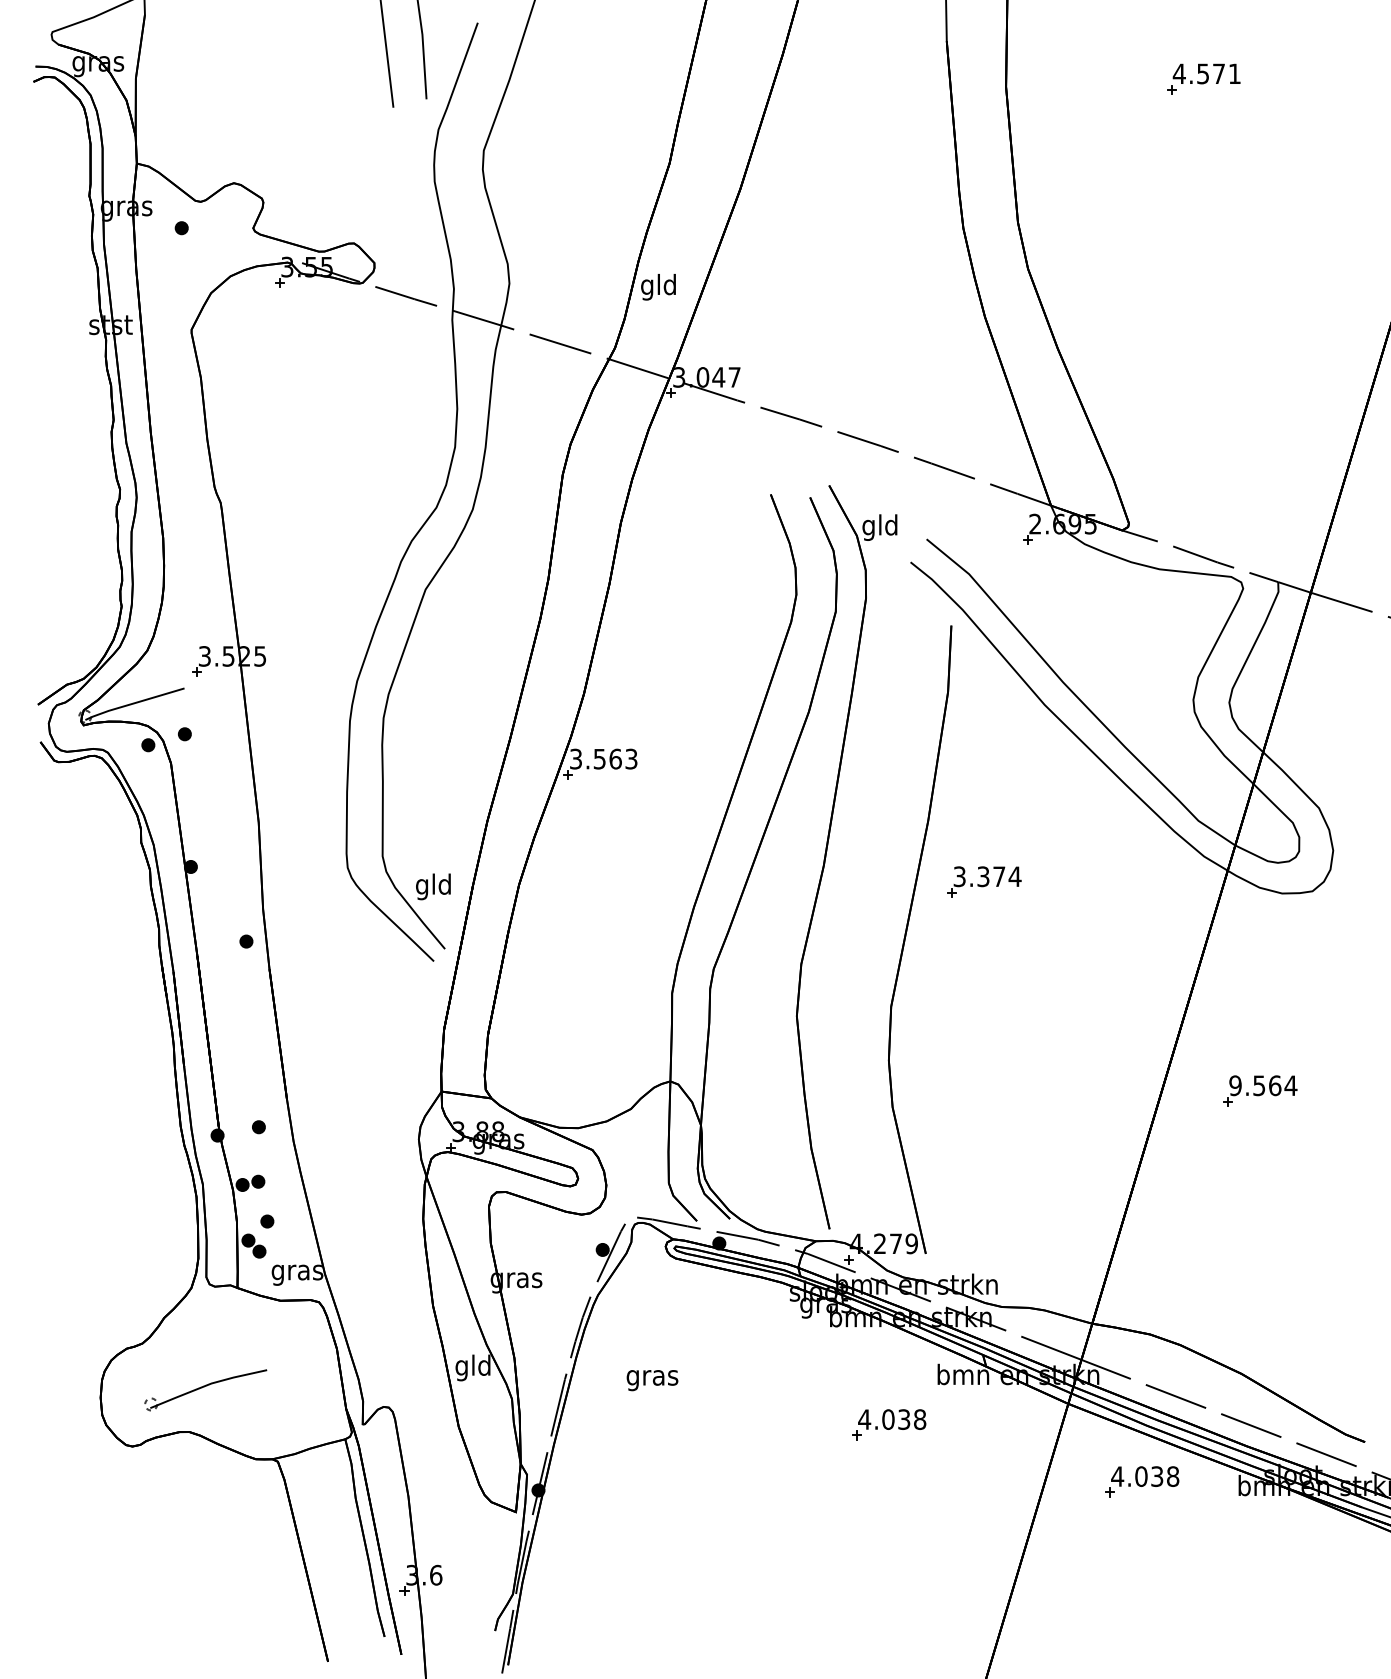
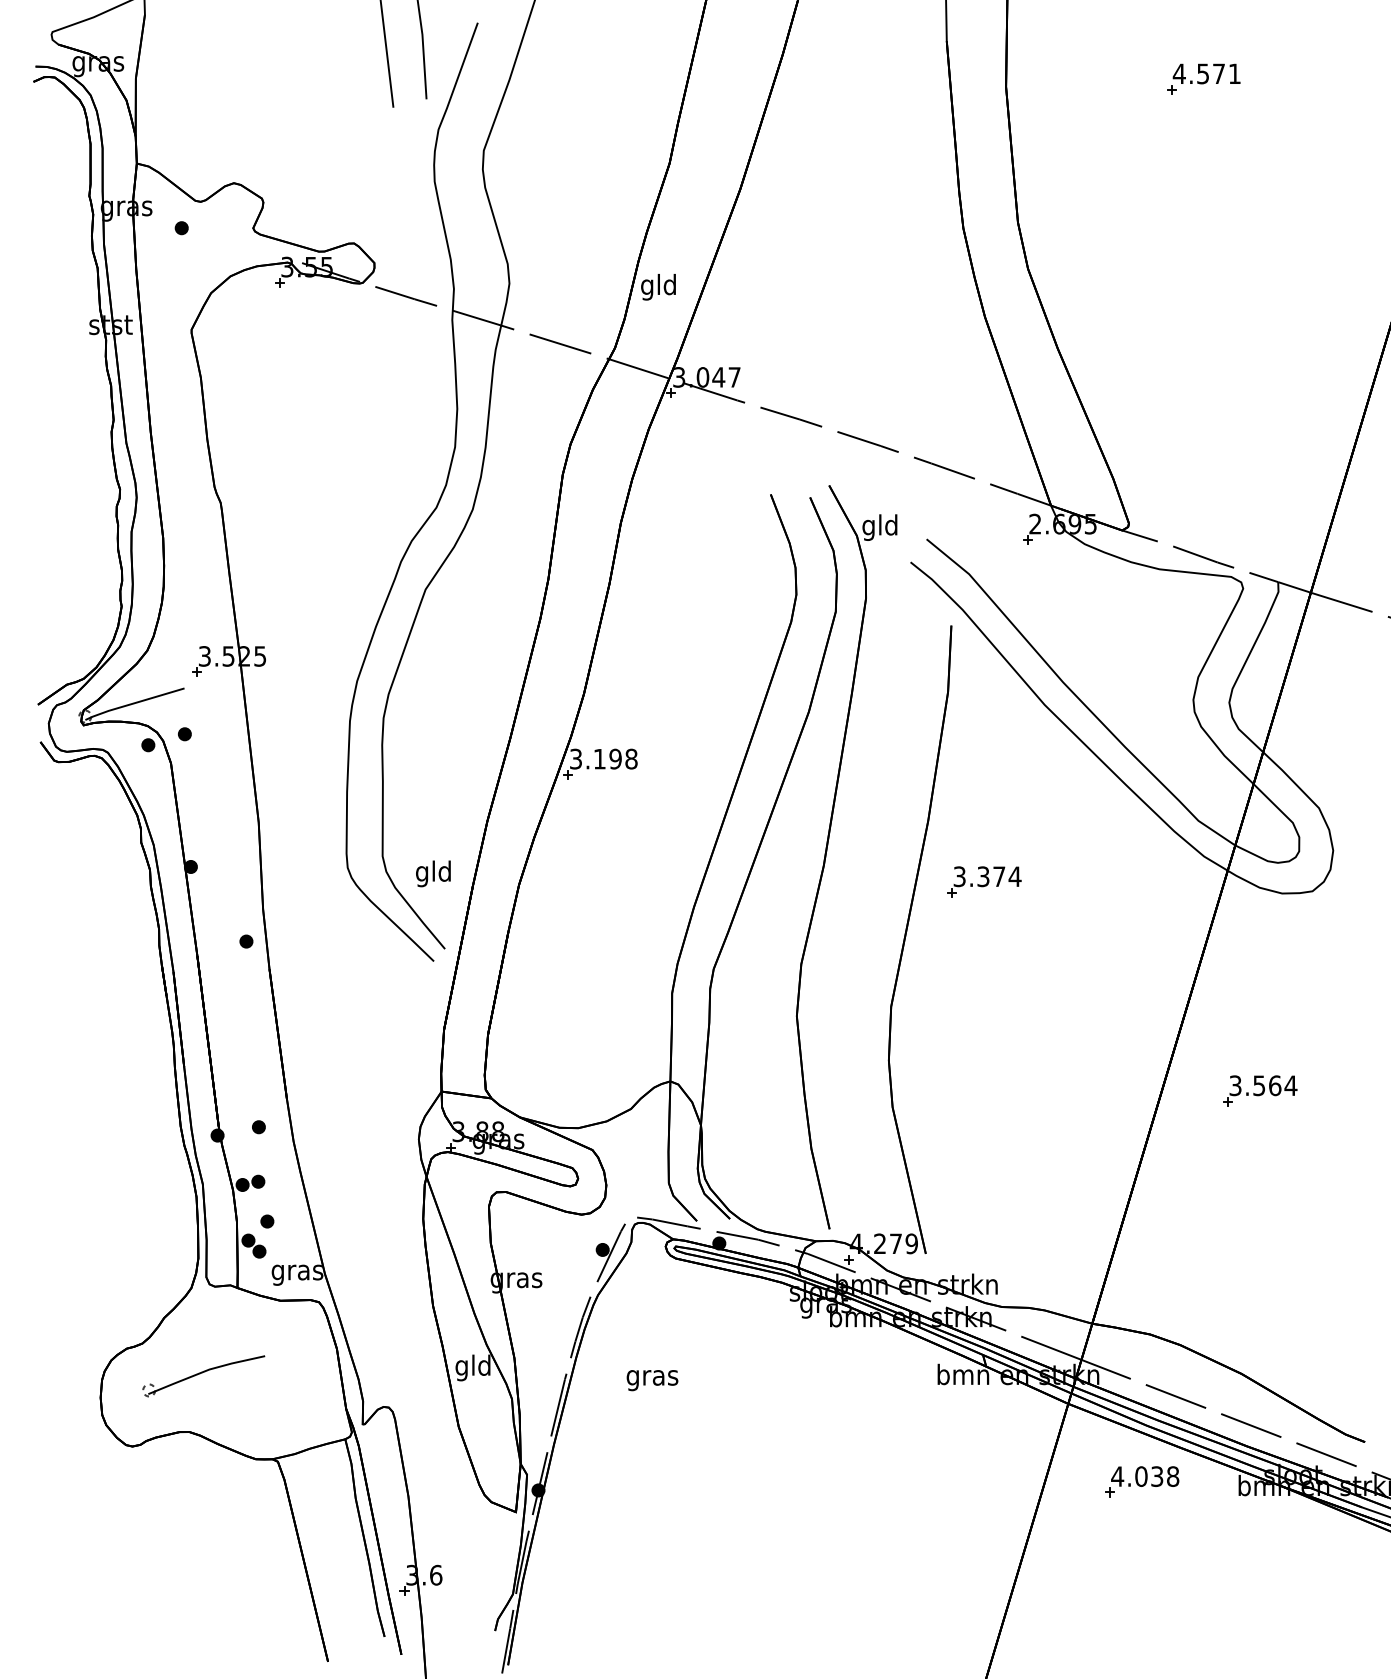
text at (615, 758): 3.563 -> 3.198
text at (433, 886) position: (433, 886) -> (433, 873)
text at (1235, 1085): 9.564 -> 3.564
part at (205, 1390) position: (205, 1390) -> (203, 1376)
part at (889, 1424): present -> none
